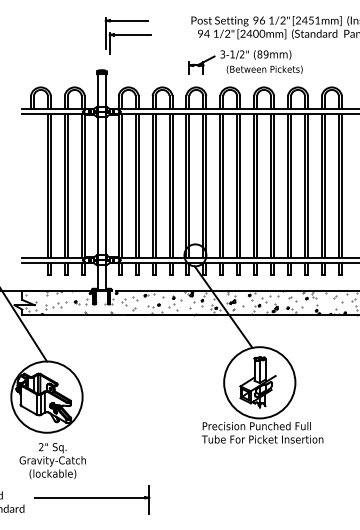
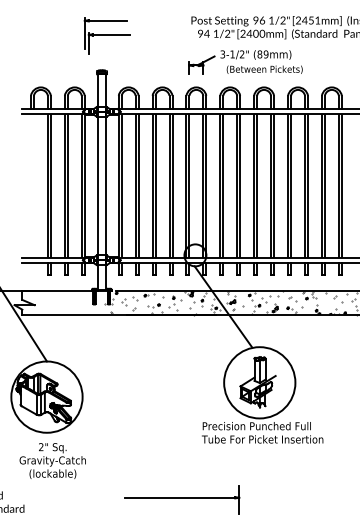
part at (127, 35) position: (127, 35) -> (106, 35)
hatch at (60, 303): present -> none
part at (92, 499) position: (92, 499) -> (182, 499)
